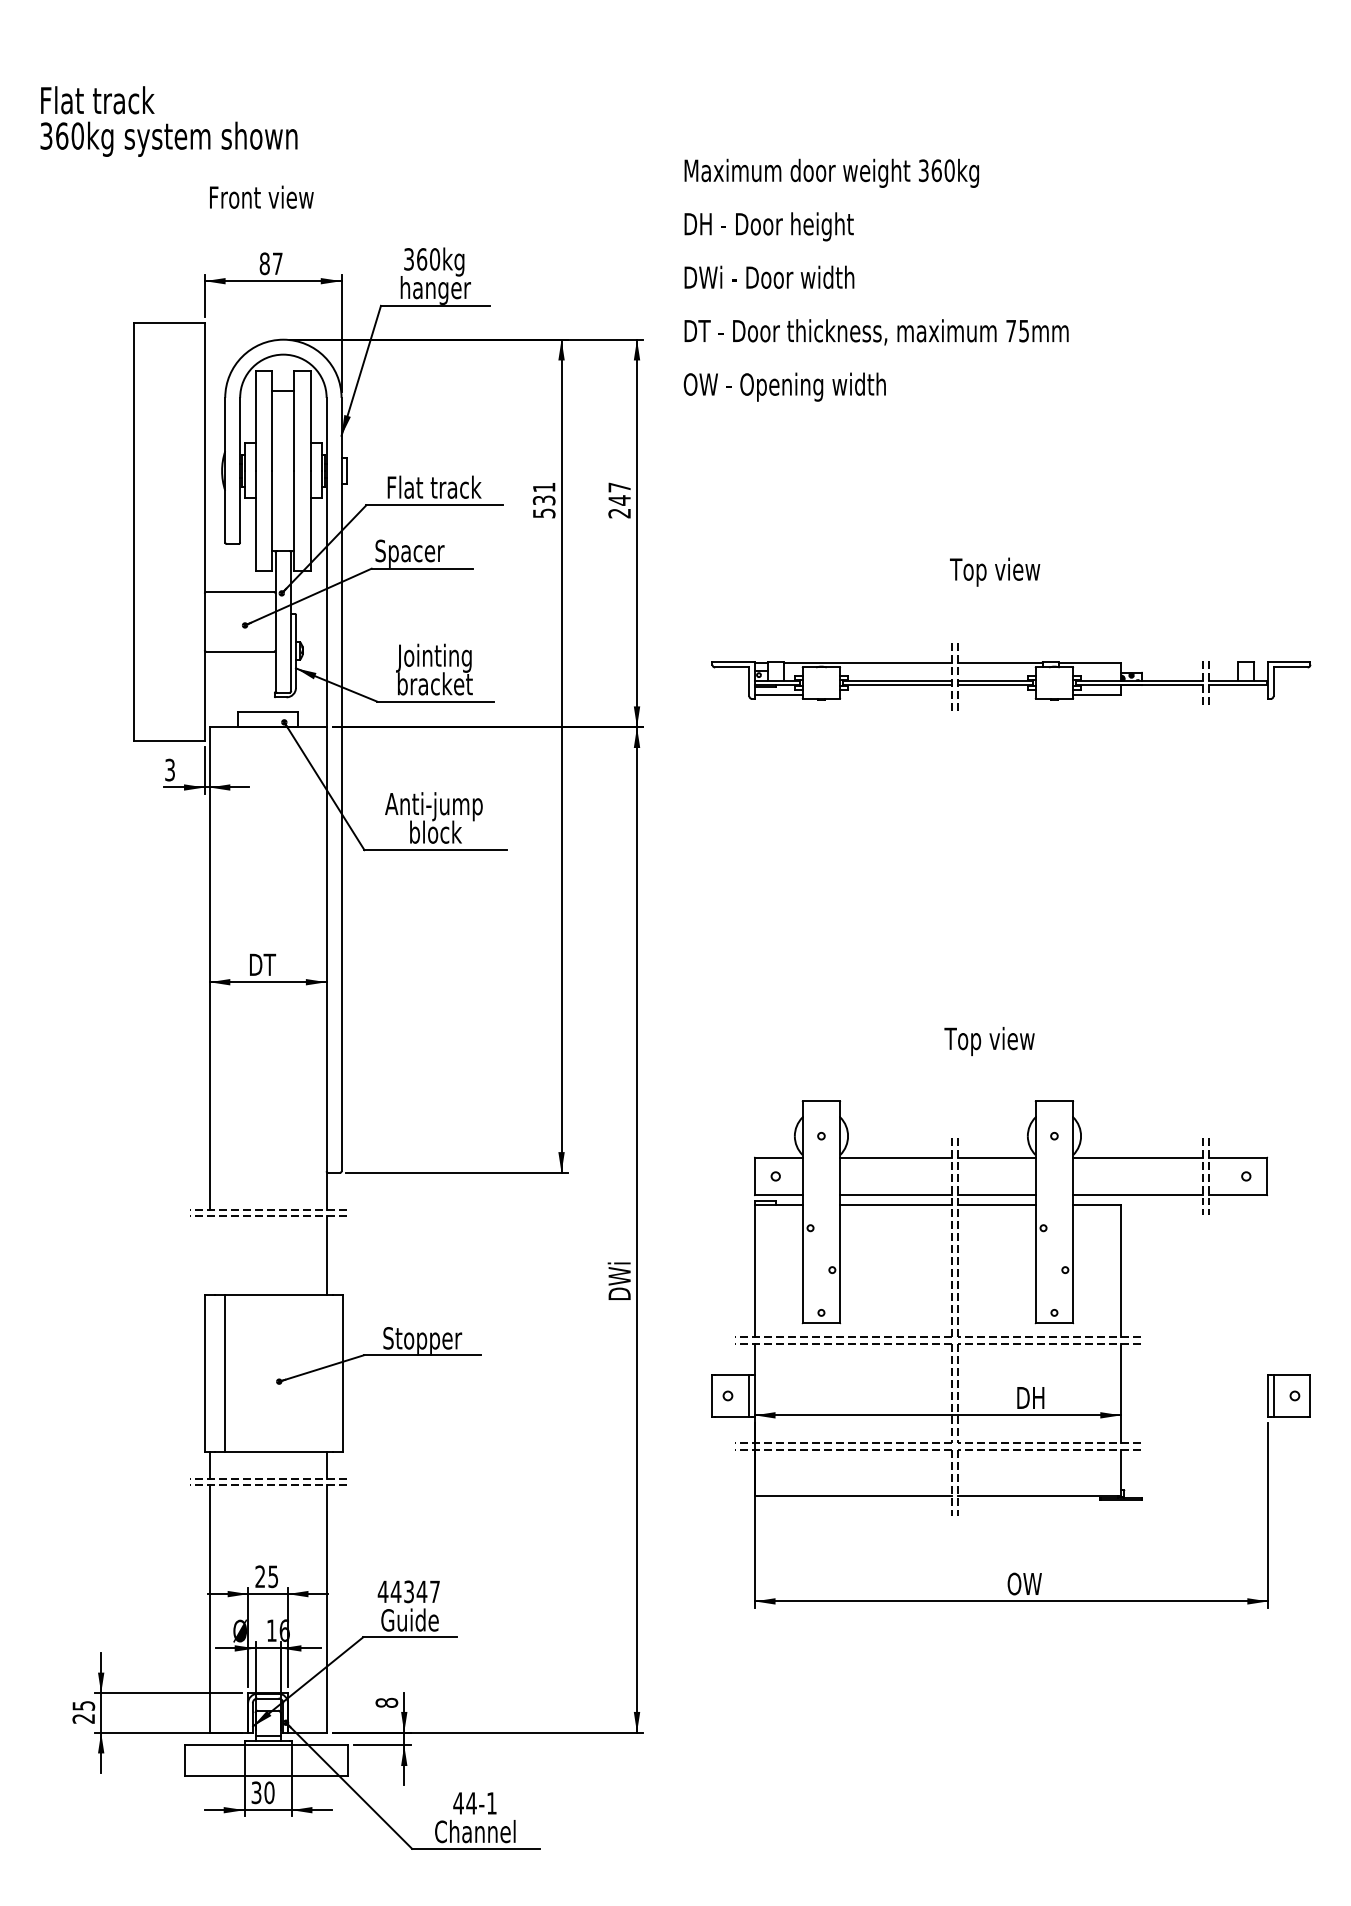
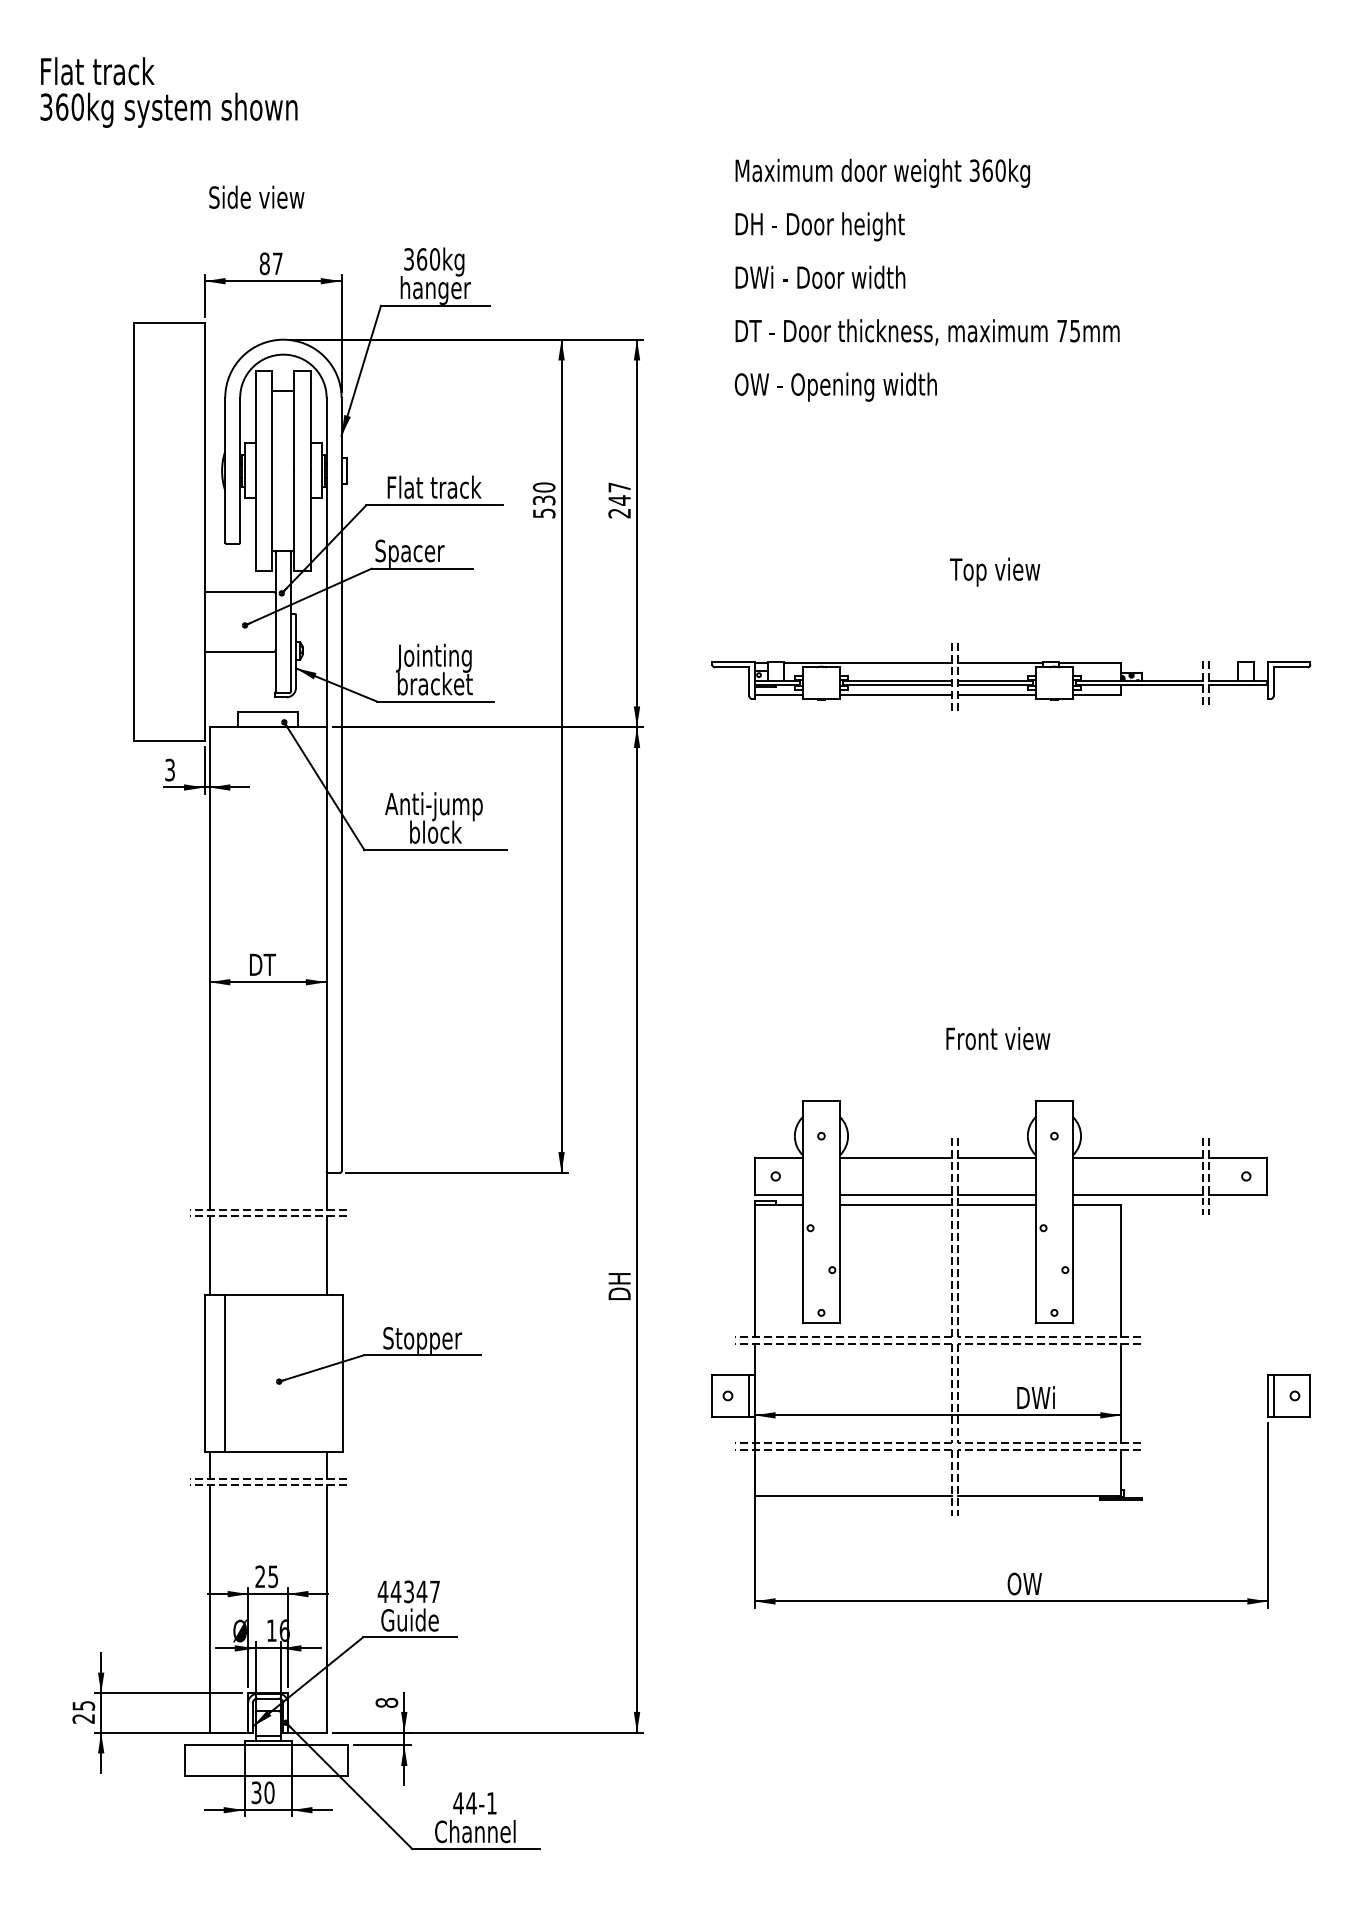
text at (168, 121) position: (168, 121) -> (168, 92)
text at (261, 196): Front view -> Side view
text at (875, 279) position: (875, 279) -> (926, 279)
text at (543, 487): 531 -> 530
line at (896, 694): none -> present
line at (996, 694): none -> present
text at (997, 1041): Top view -> Front view
line at (209, 1255): none -> present
text at (618, 1273): DWi -> DH
text at (1042, 1397): DH -> DWi
